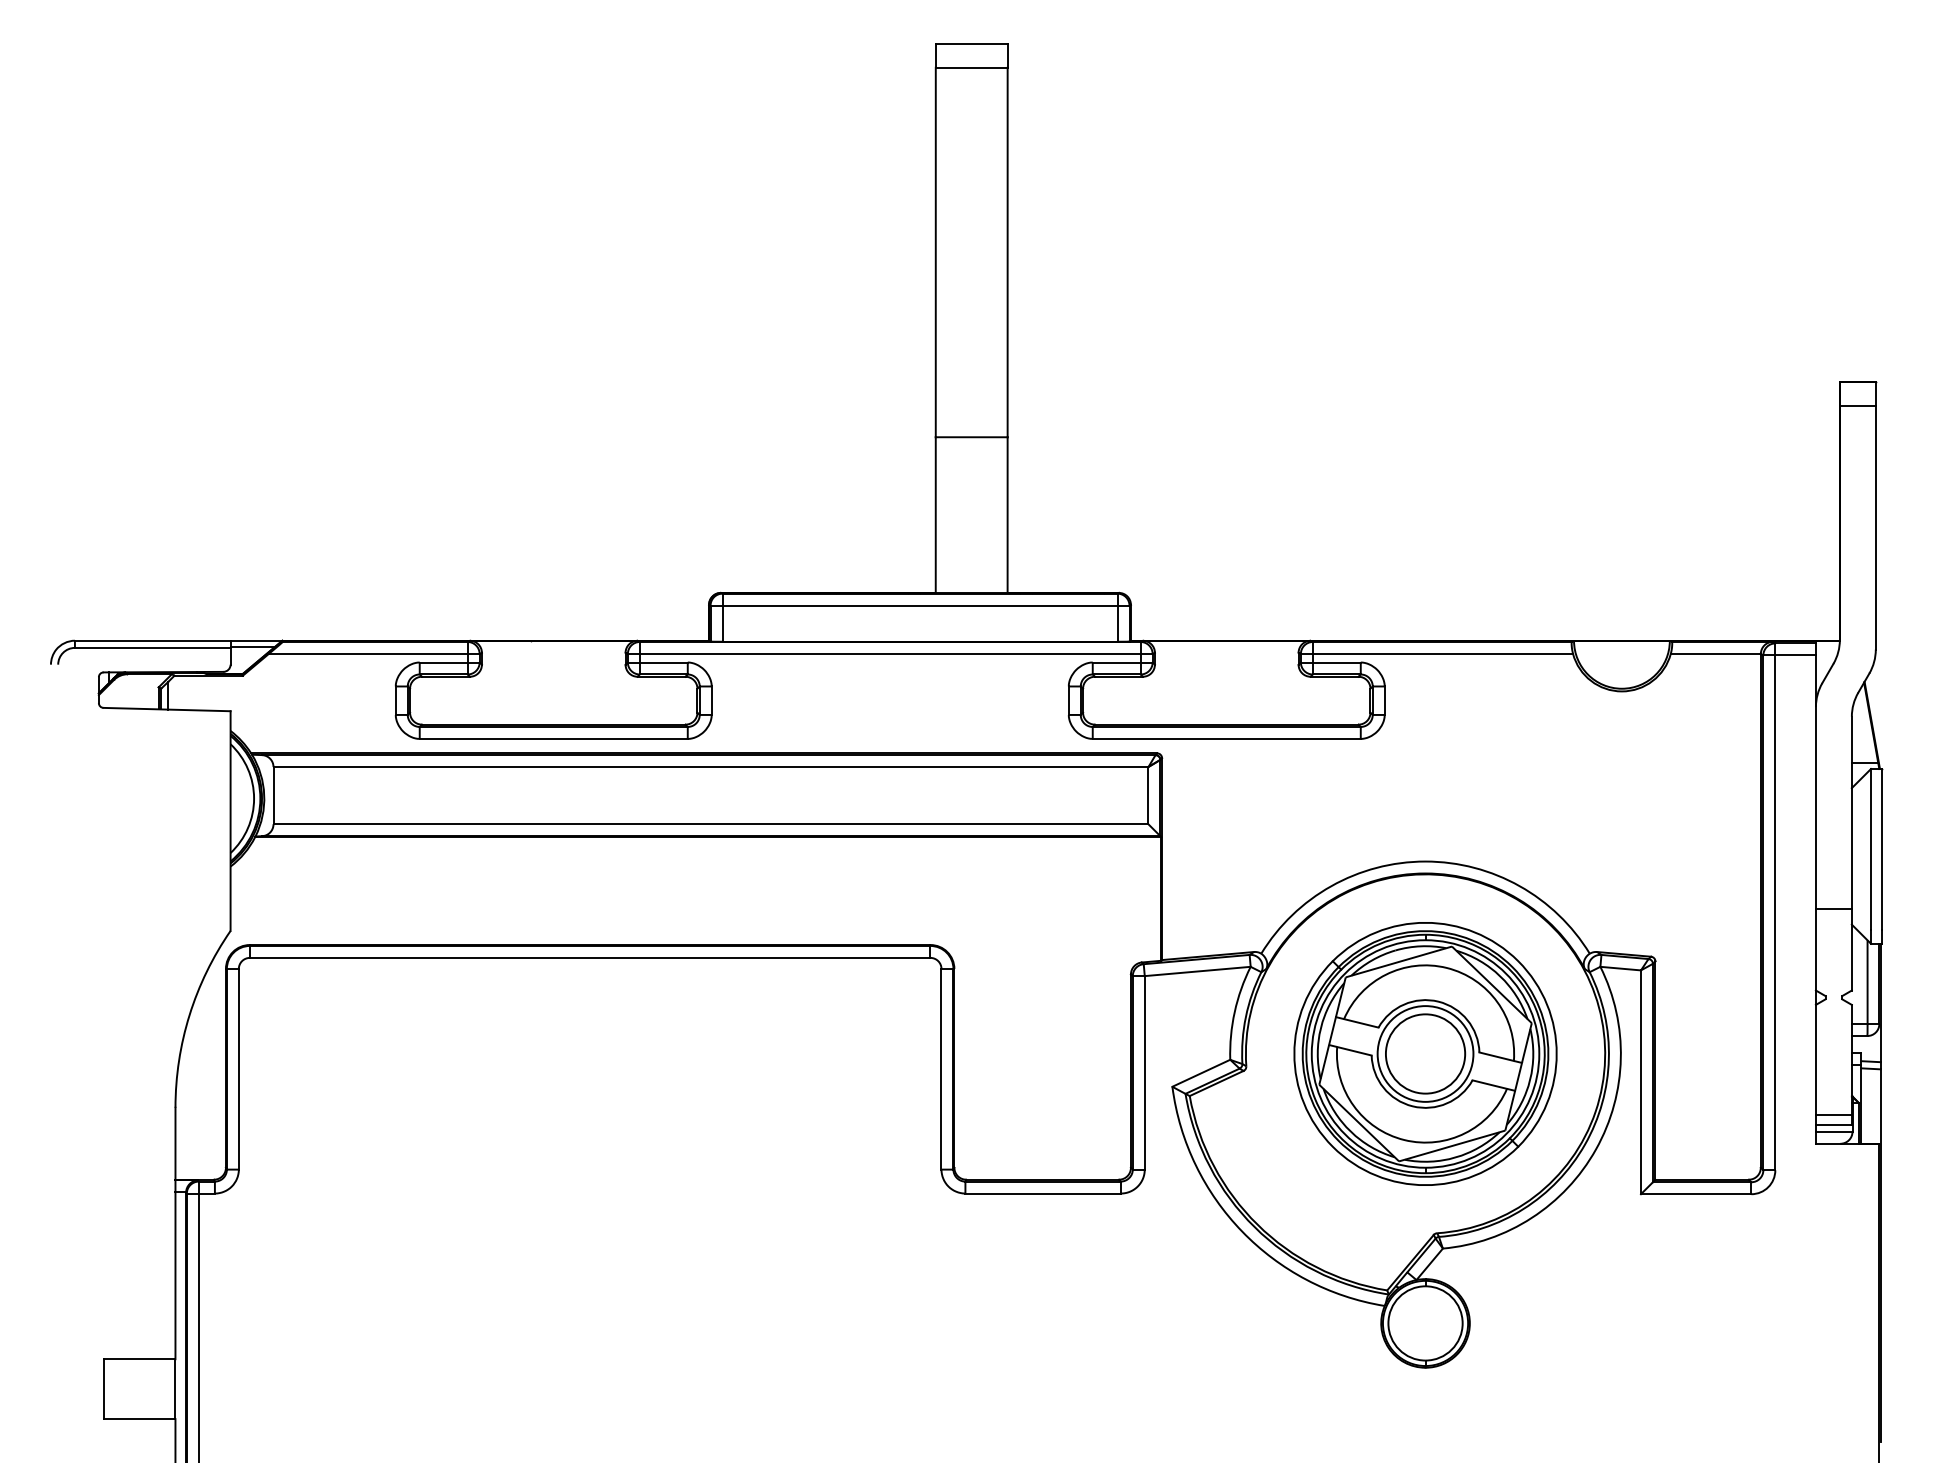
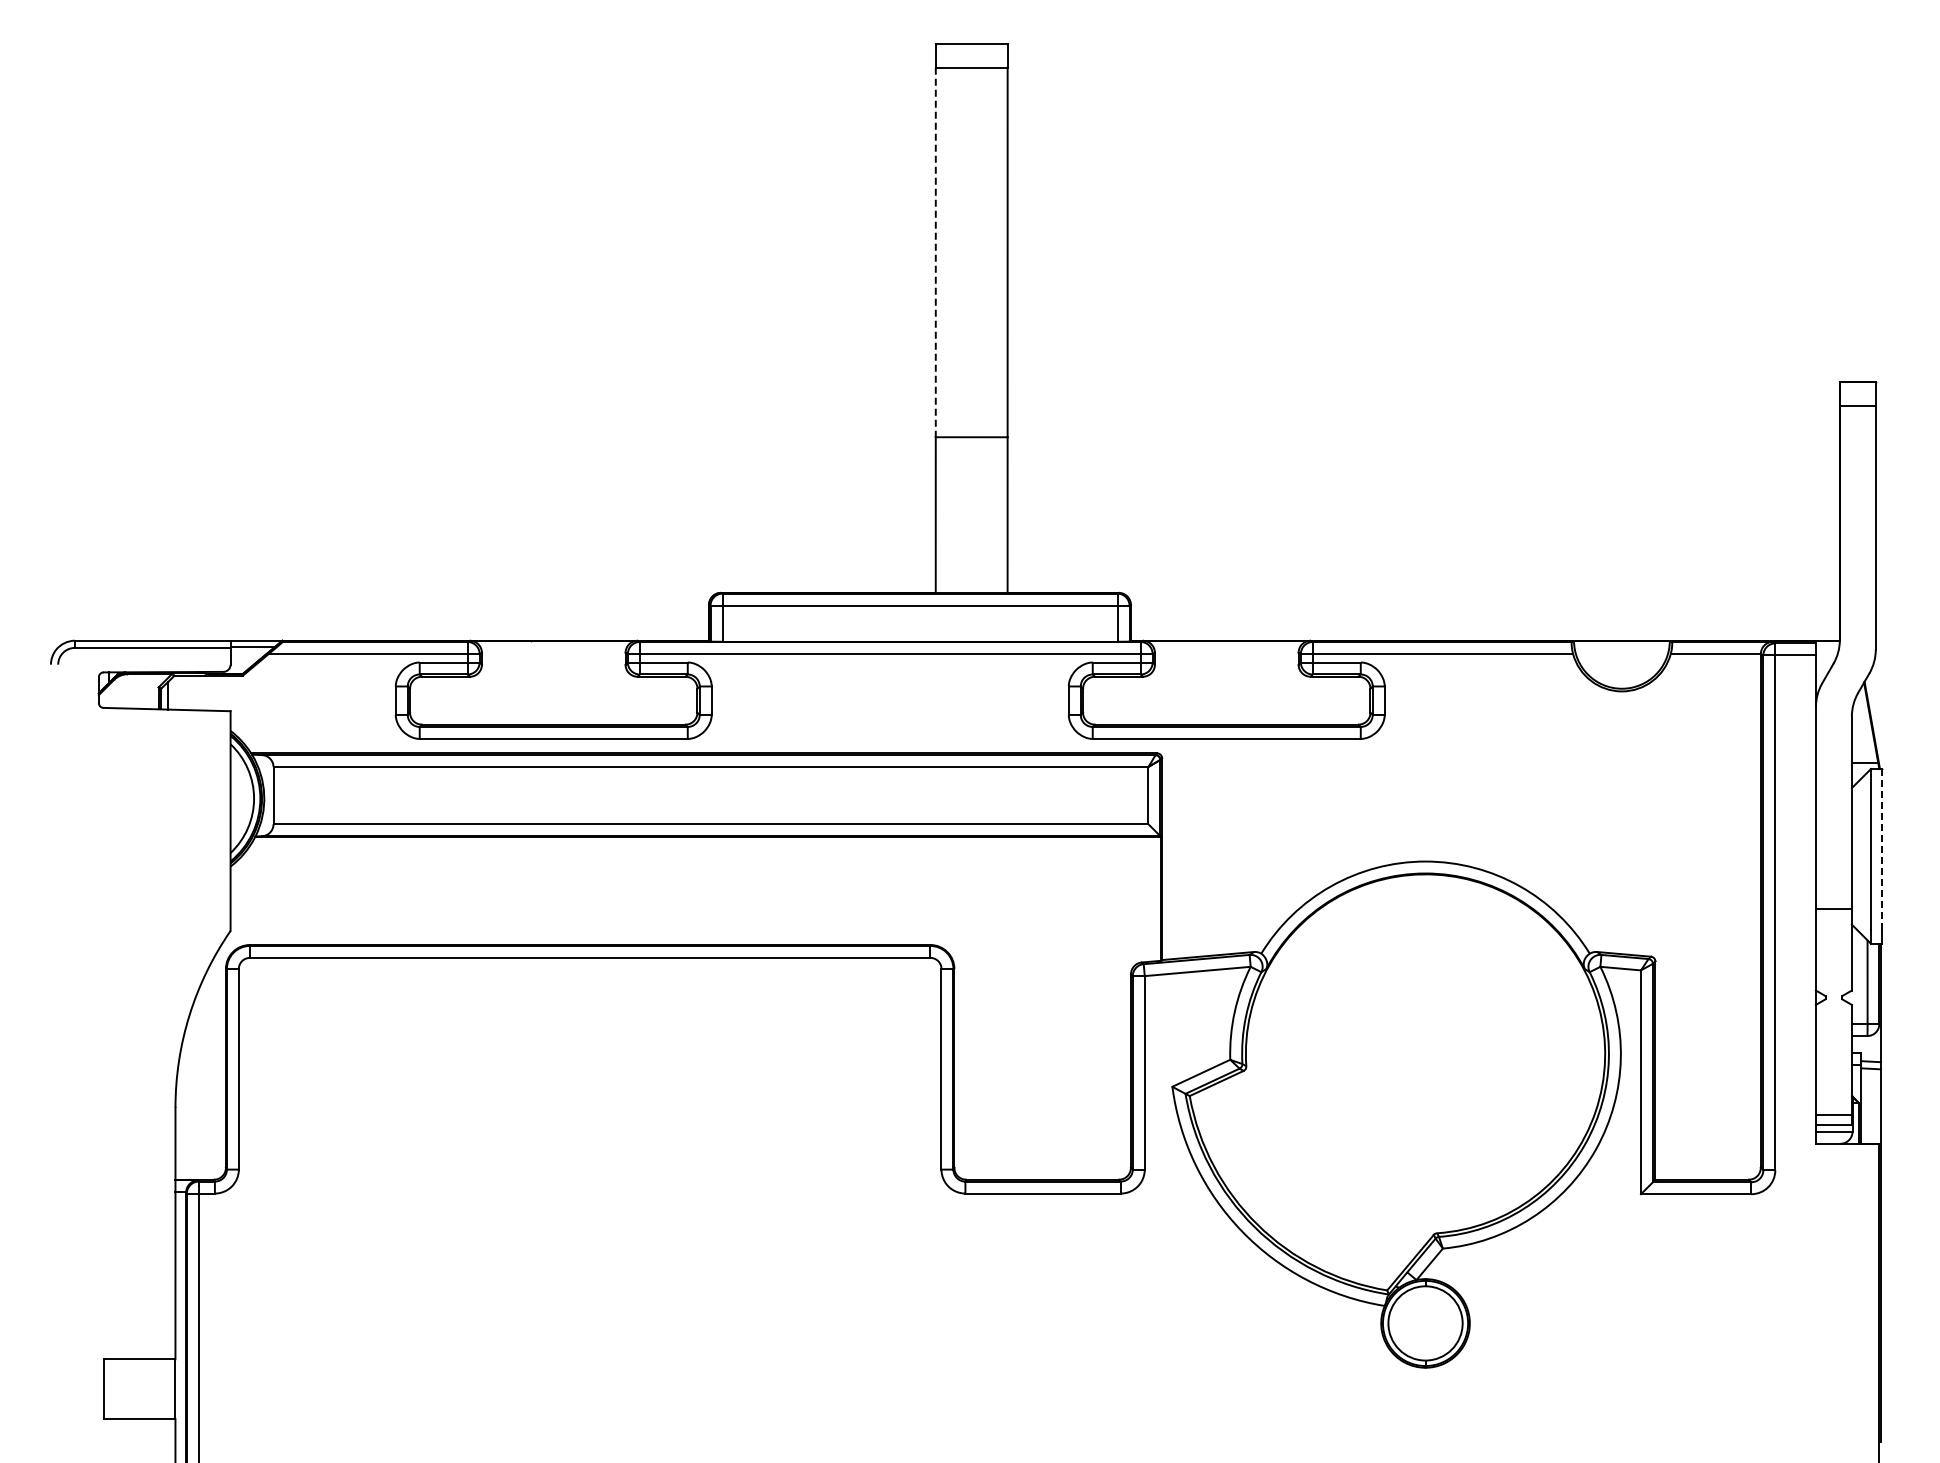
line at (935, 252): solid -> dashed
line at (1881, 849): solid -> dashed
part at (1425, 1053): present -> none
